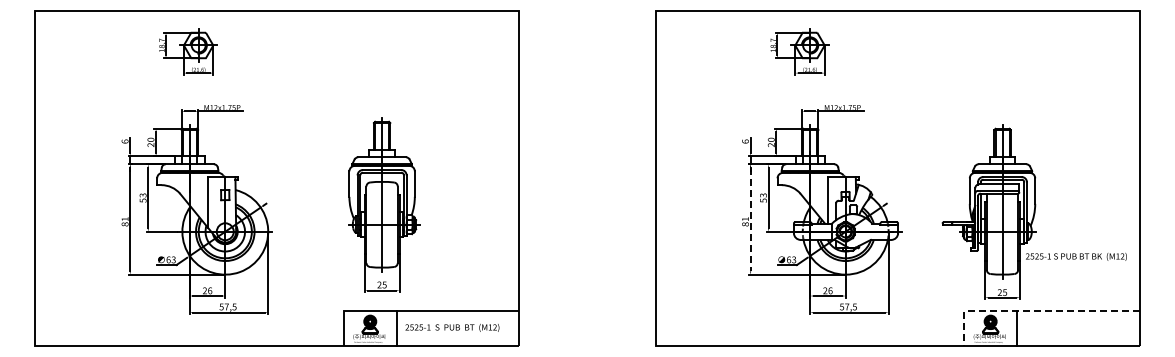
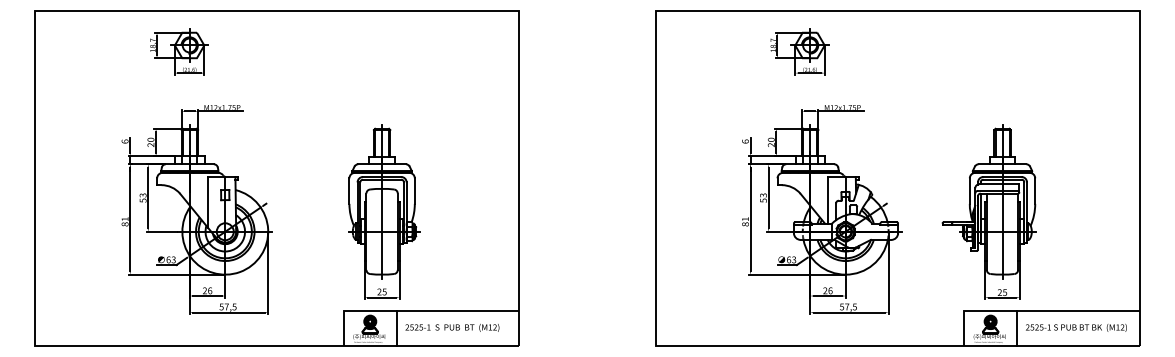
part at (188, 51) position: (188, 51) -> (179, 51)
part at (384, 204) position: (384, 204) -> (384, 211)
line at (750, 219): dashed -> solid
text at (1076, 256) position: (1076, 256) -> (1076, 327)
line at (1033, 311): dashed -> solid
